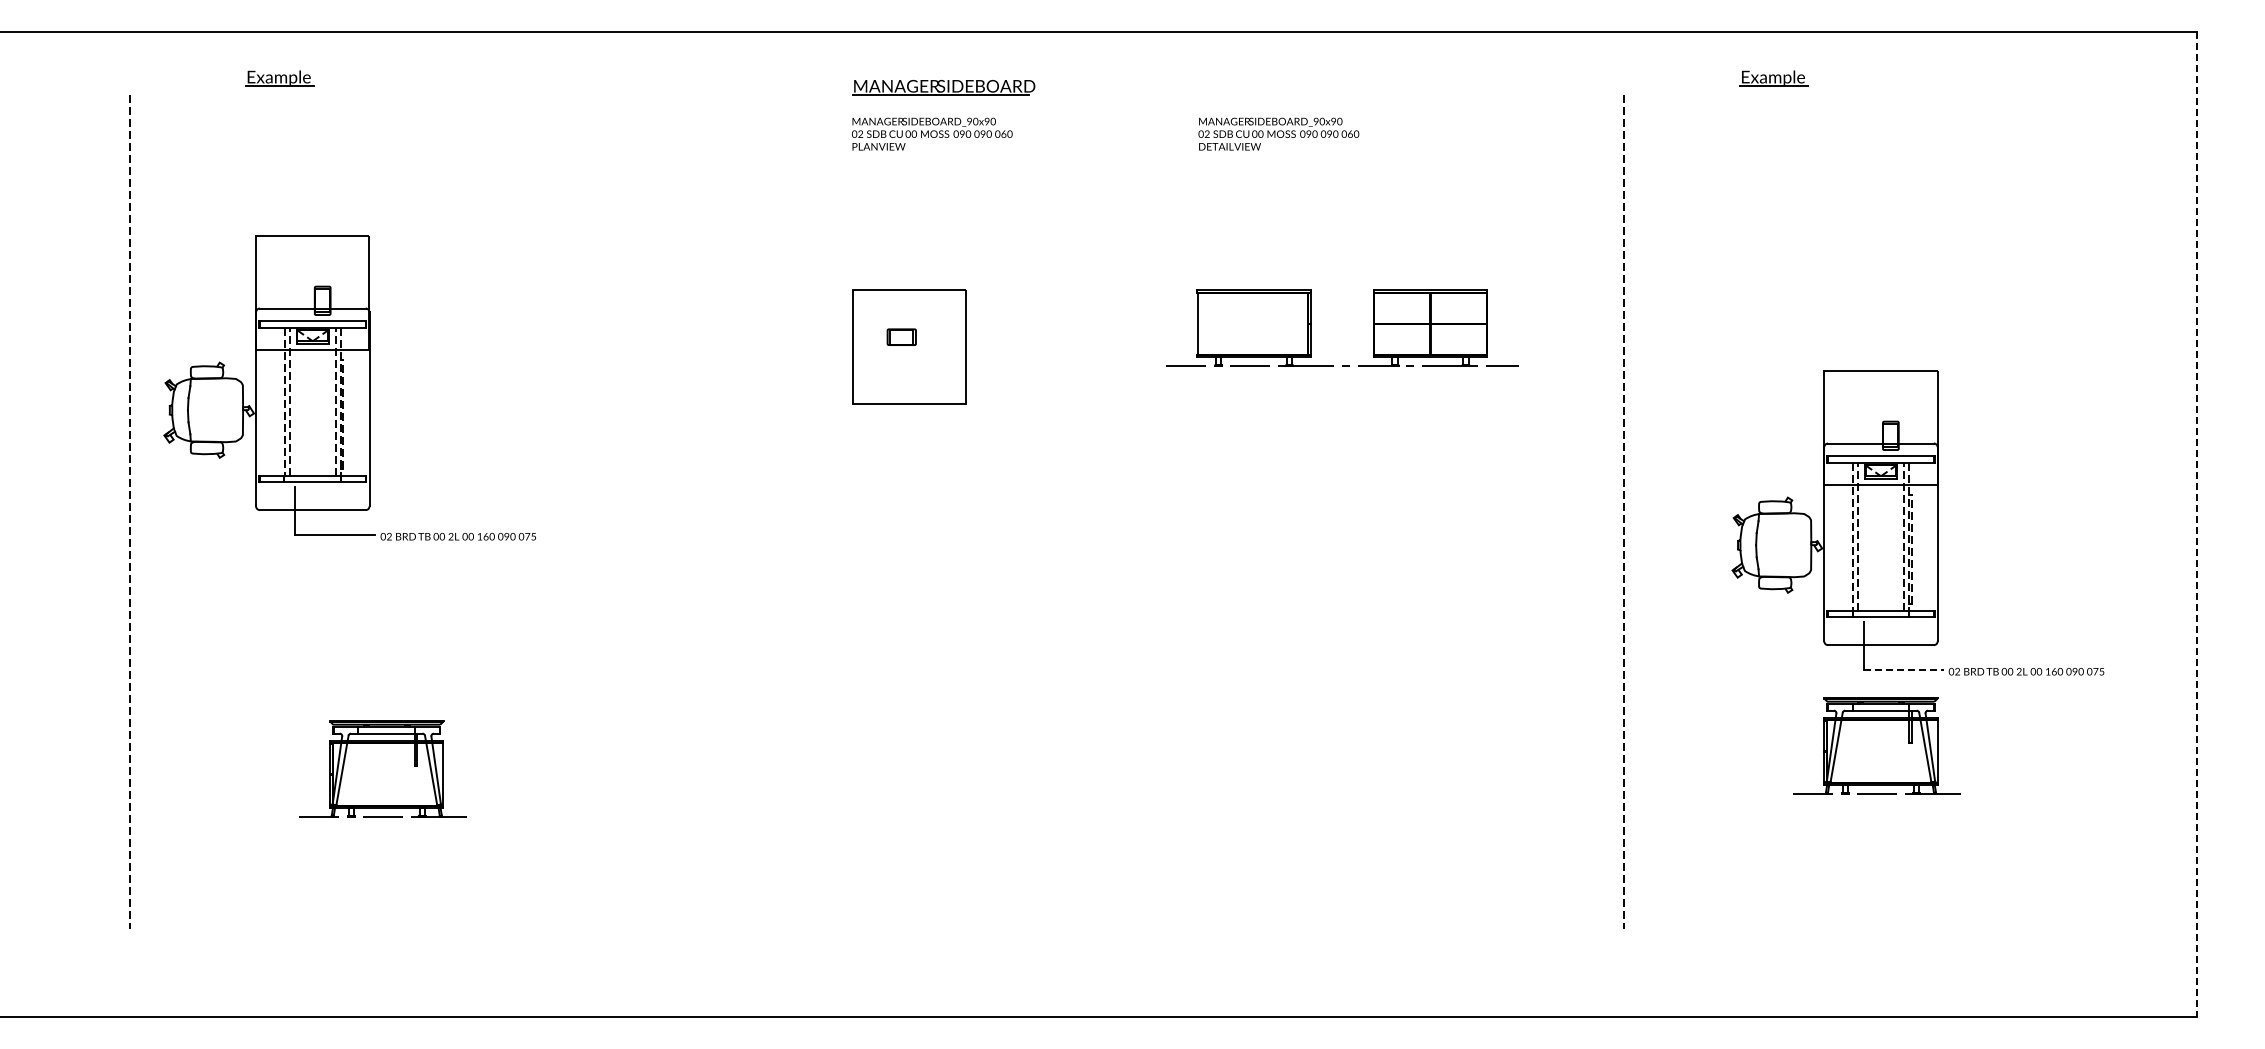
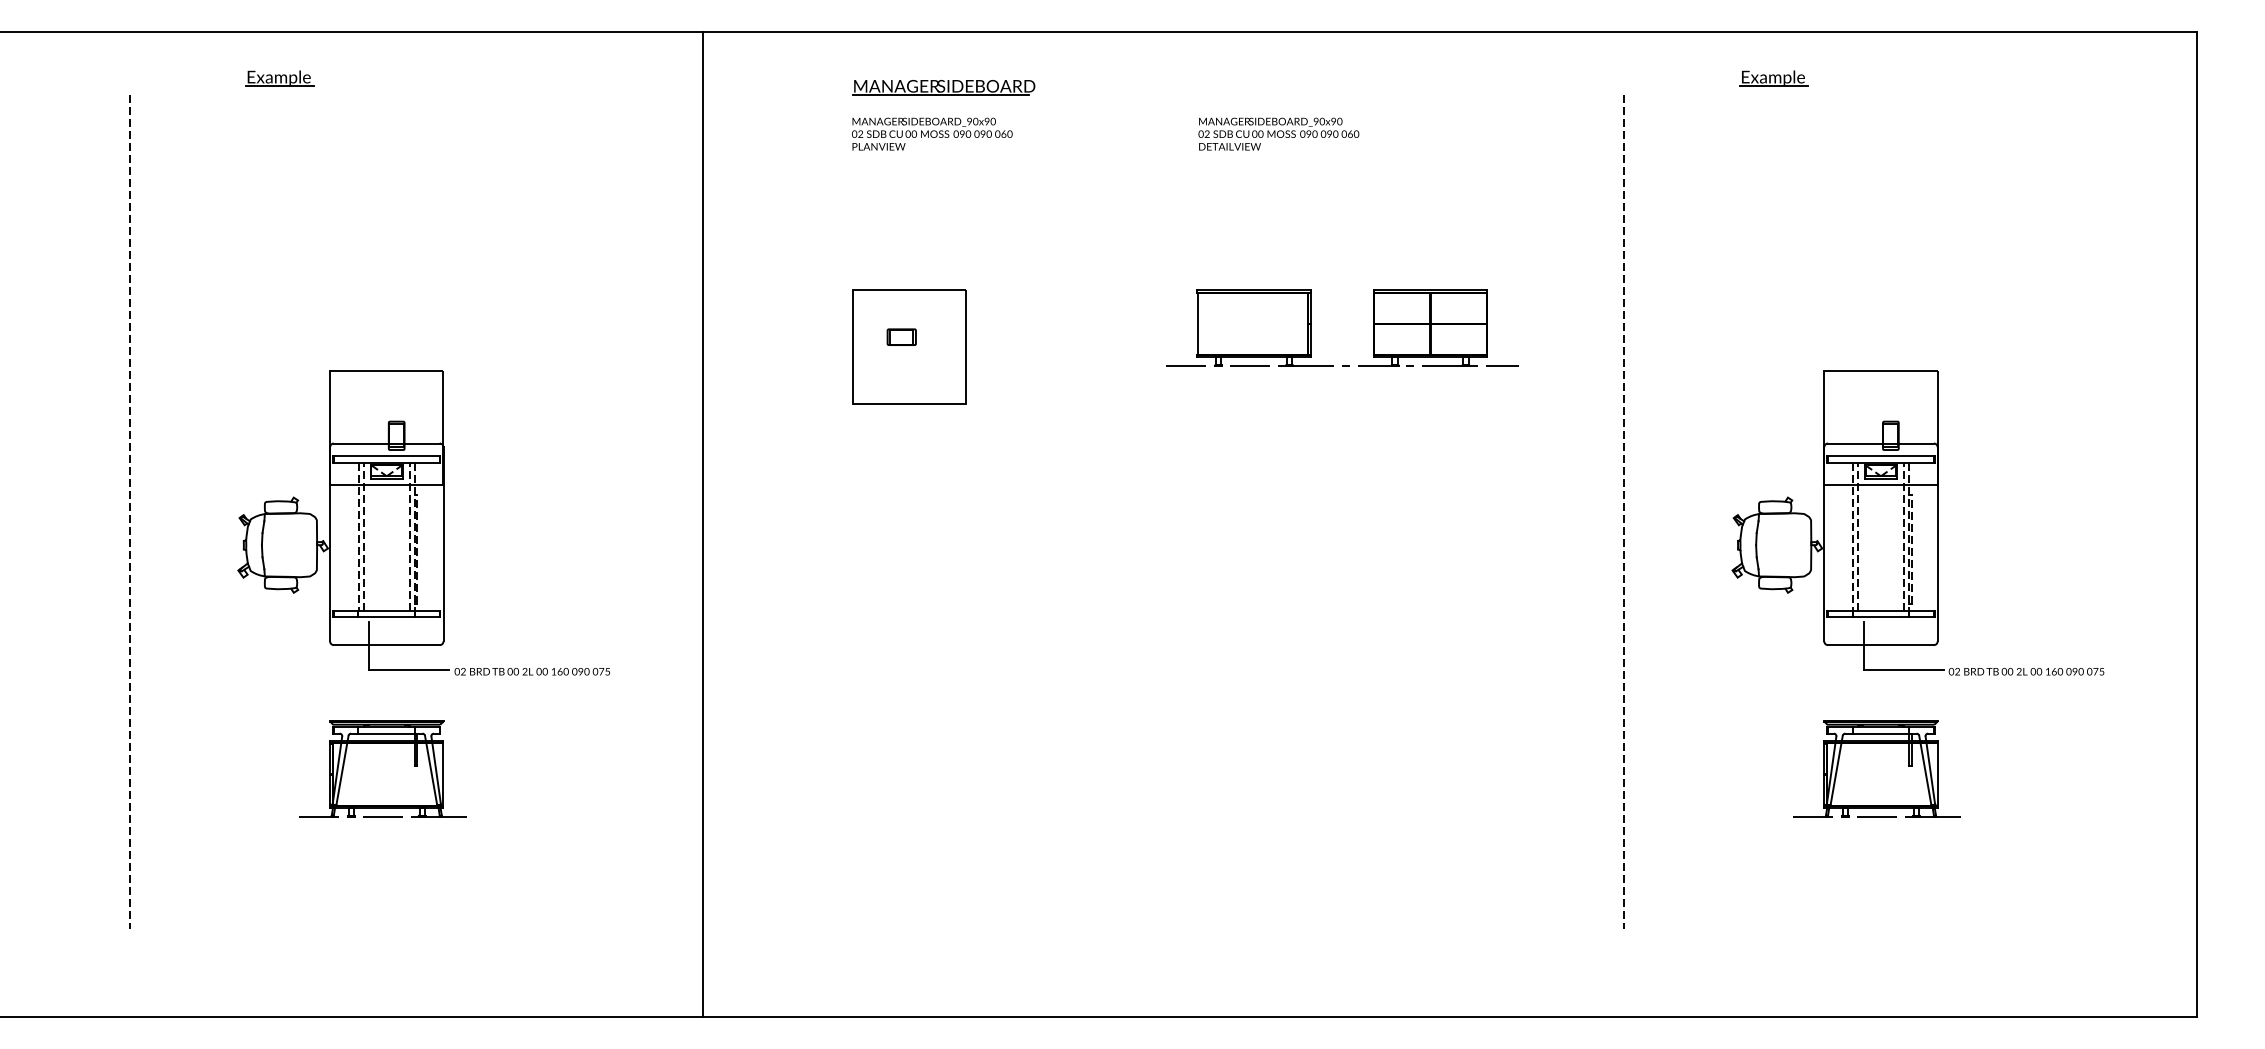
part at (349, 387) position: (349, 387) -> (423, 522)
line at (702, 524): none -> present
line at (2197, 524): dashed -> solid
line at (1904, 669): dashed -> solid
part at (1876, 745) position: (1876, 745) -> (1876, 768)
